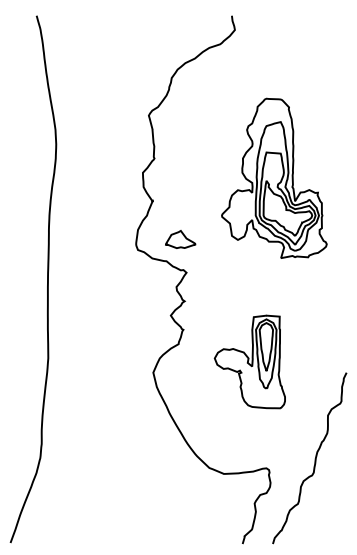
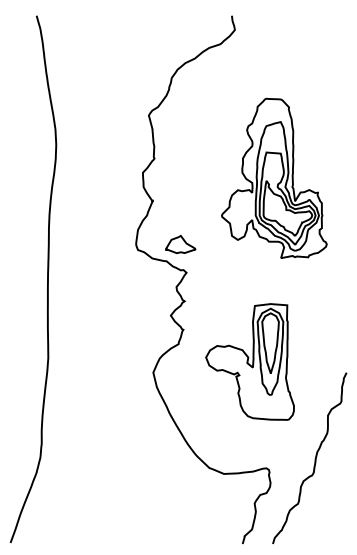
part at (180, 239) position: (180, 239) -> (180, 244)
part at (249, 361) size: 73x96 px -> 90x118 px
